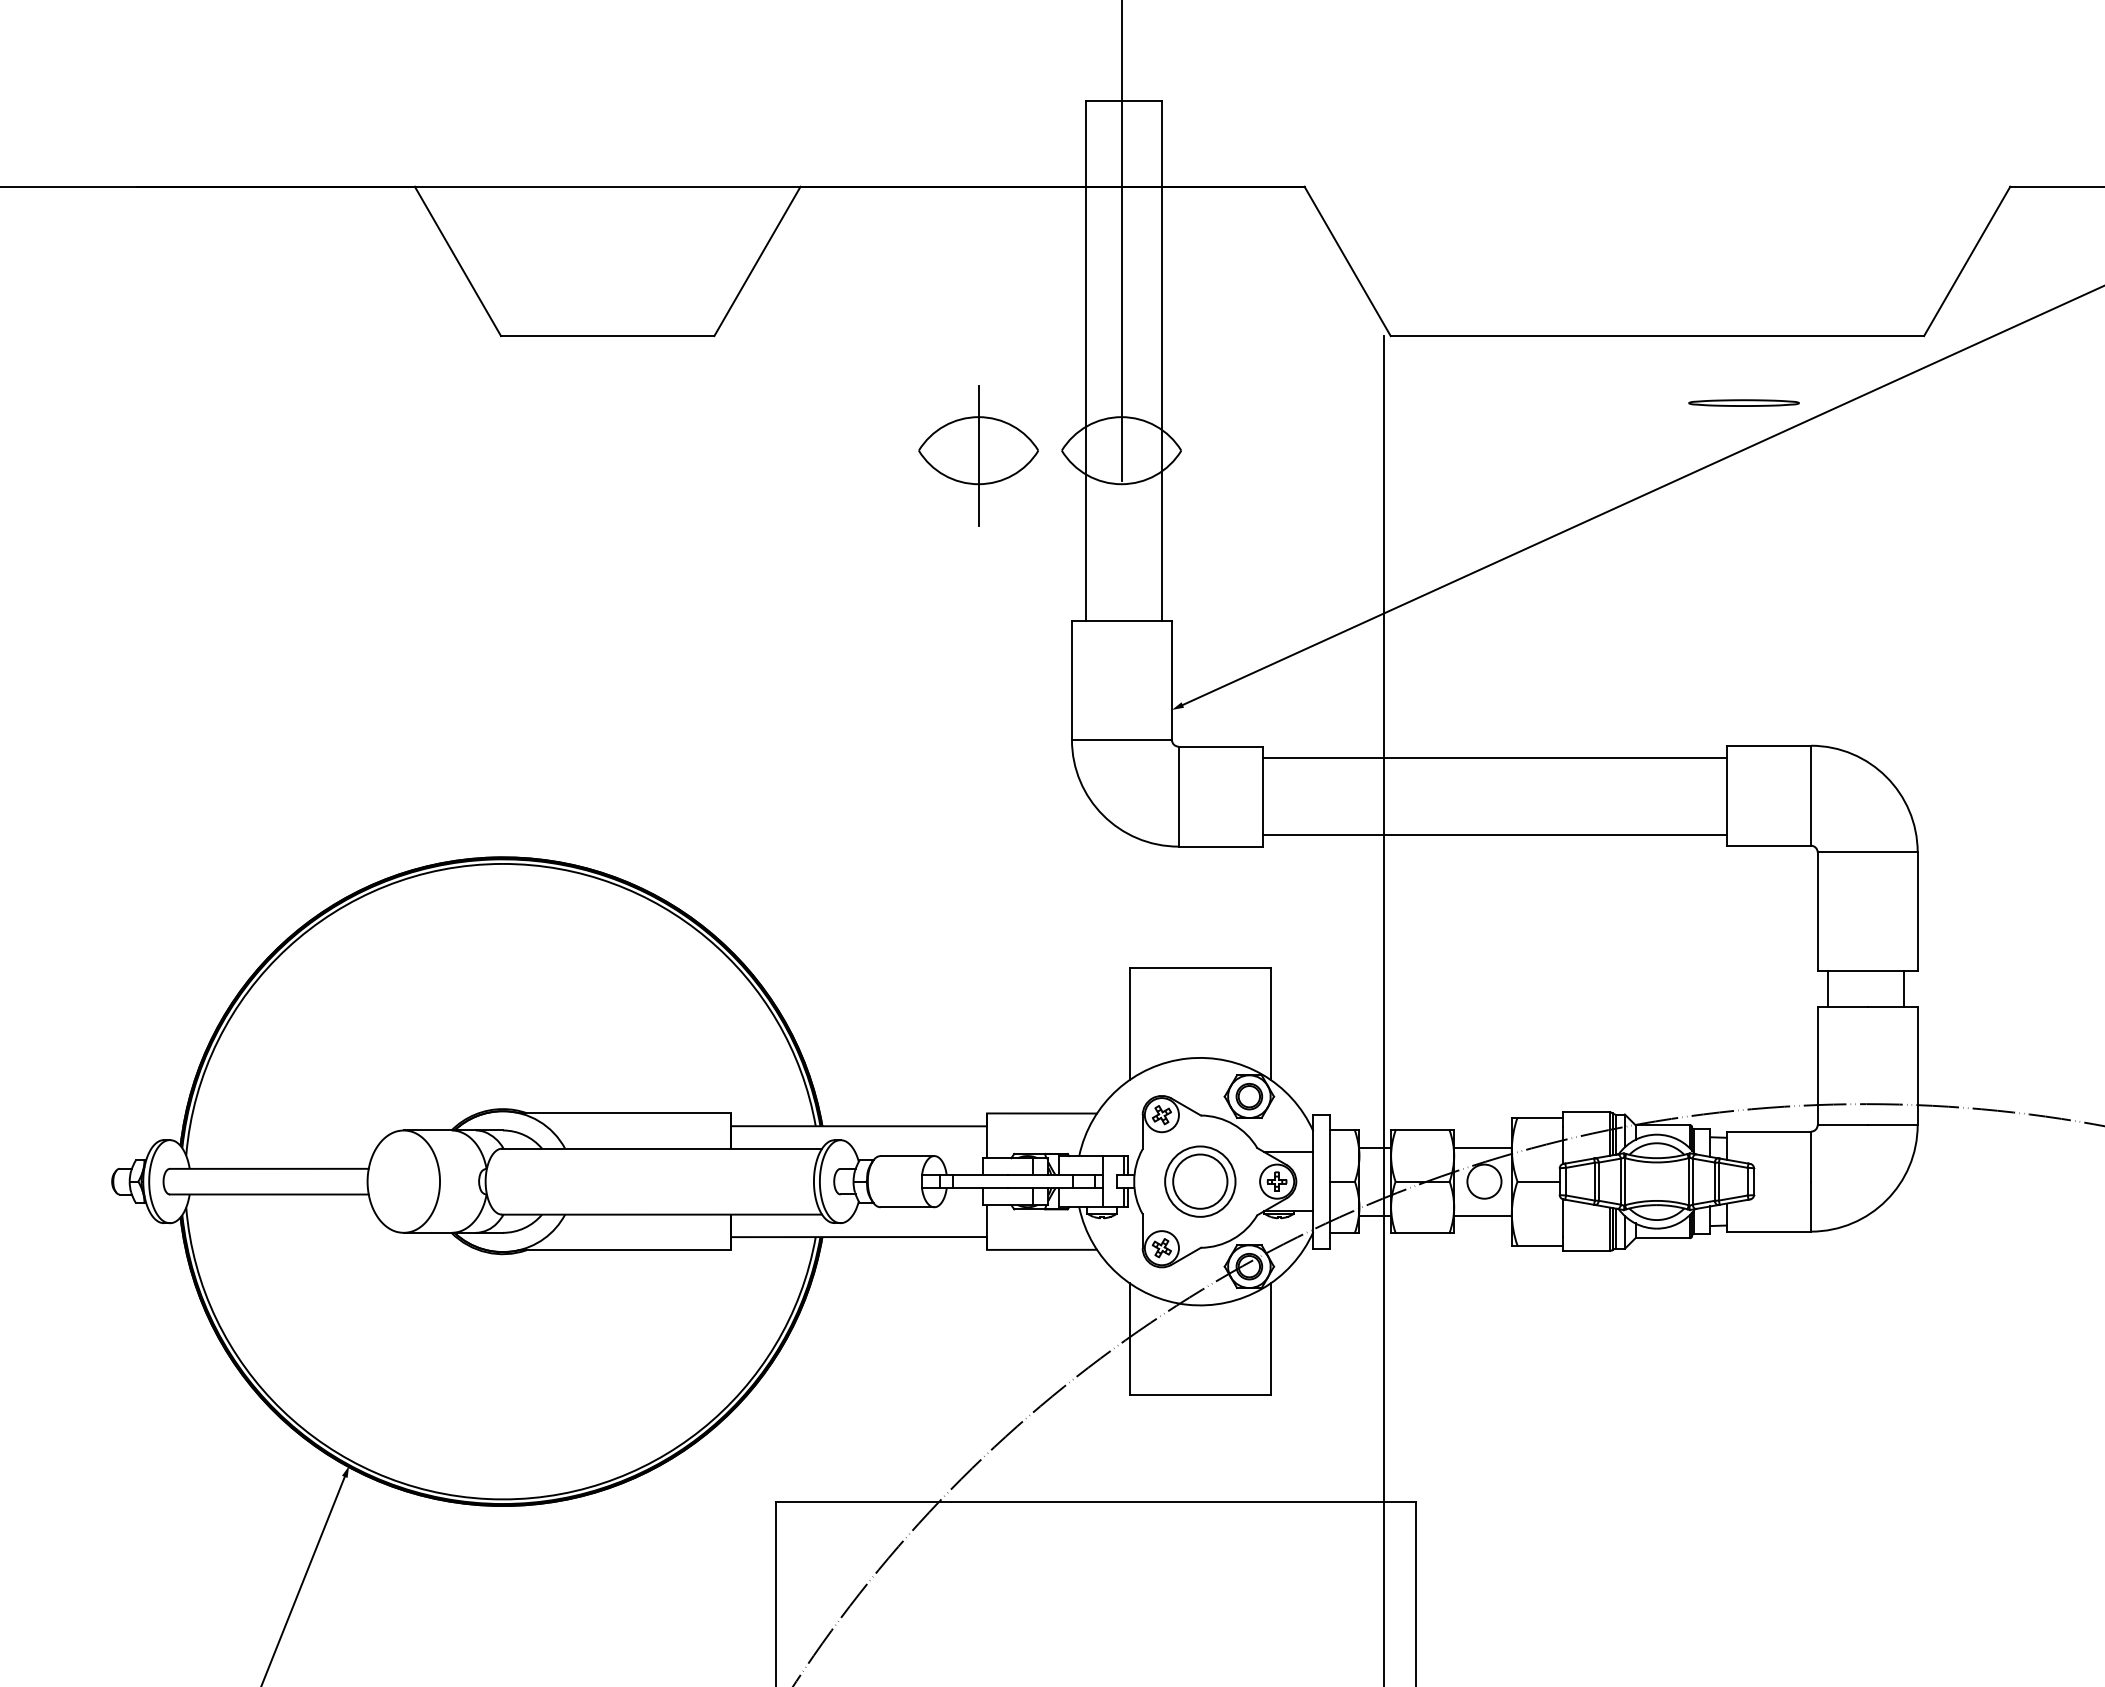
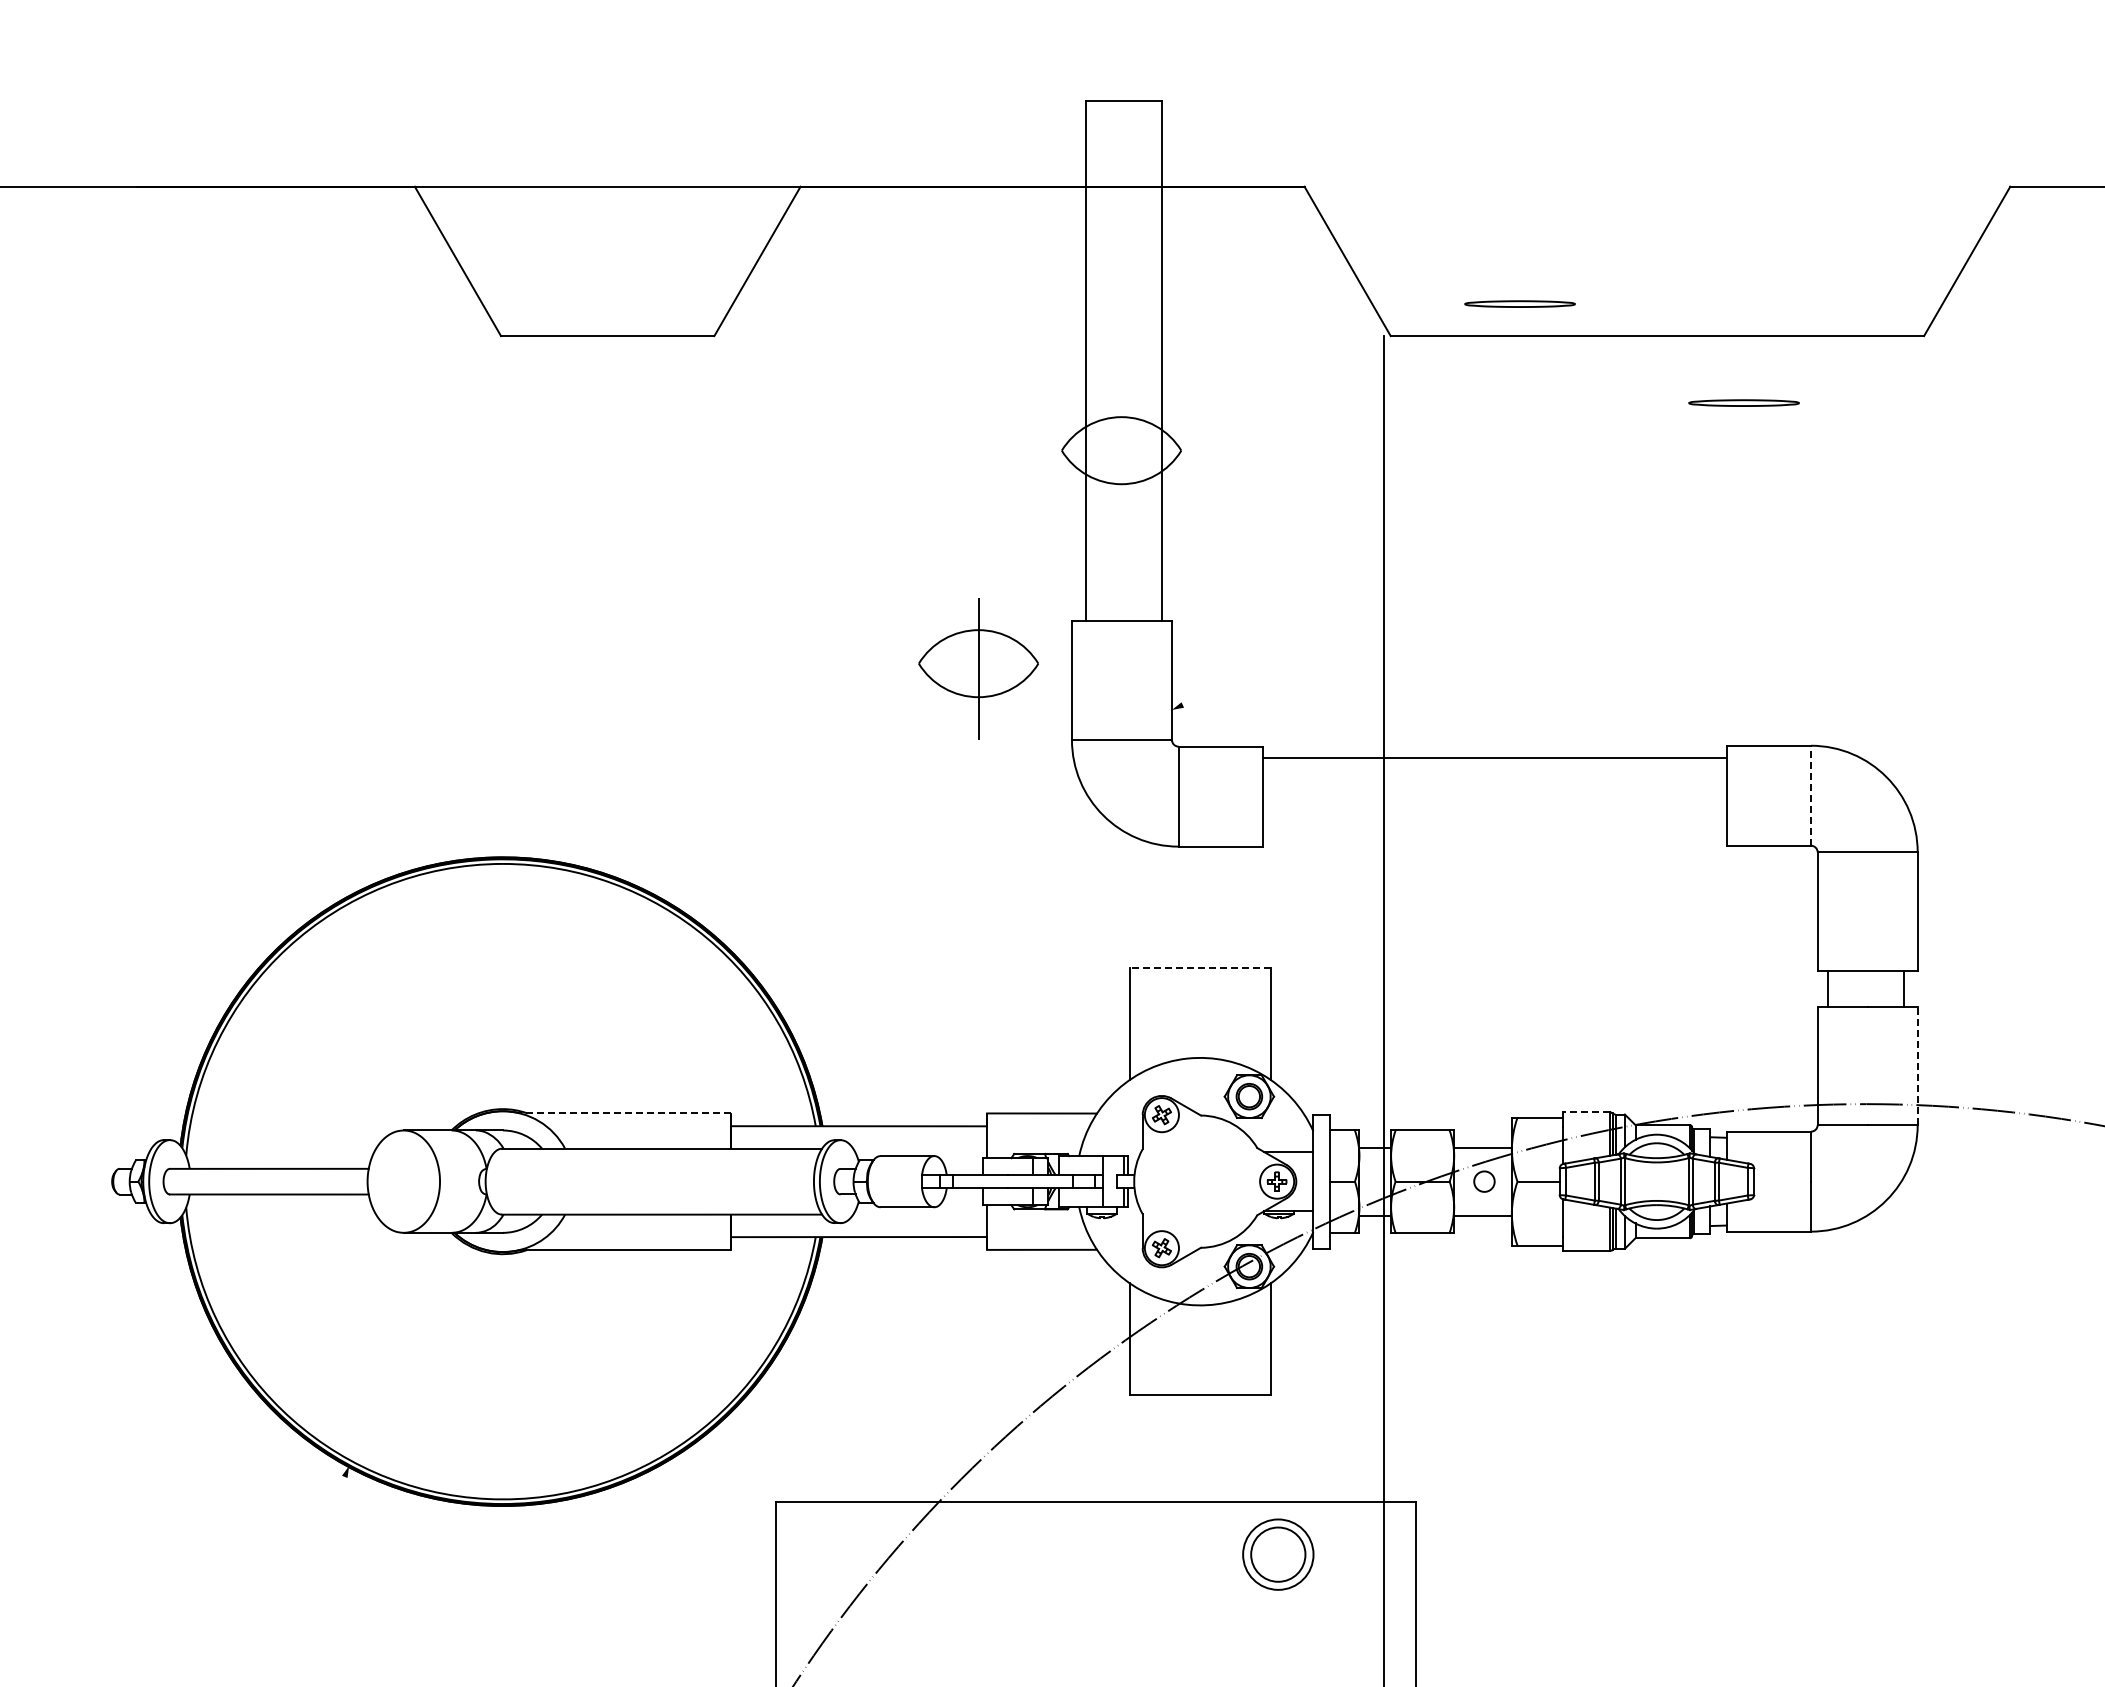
line at (1121, 241): present -> none
part at (1519, 303): none -> present
part at (978, 455) position: (978, 455) -> (978, 668)
line at (1641, 496): present -> none
line at (1811, 795): solid -> dashed
line at (1494, 835): present -> none
line at (1199, 968): solid -> dashed
line at (1917, 1065): solid -> dashed
line at (1585, 1112): solid -> dashed
line at (625, 1113): solid -> dashed
part at (1200, 1181) position: (1200, 1181) -> (1278, 1554)
circle at (1484, 1181) diameter: 34 px -> 20 px
line at (303, 1579): present -> none
